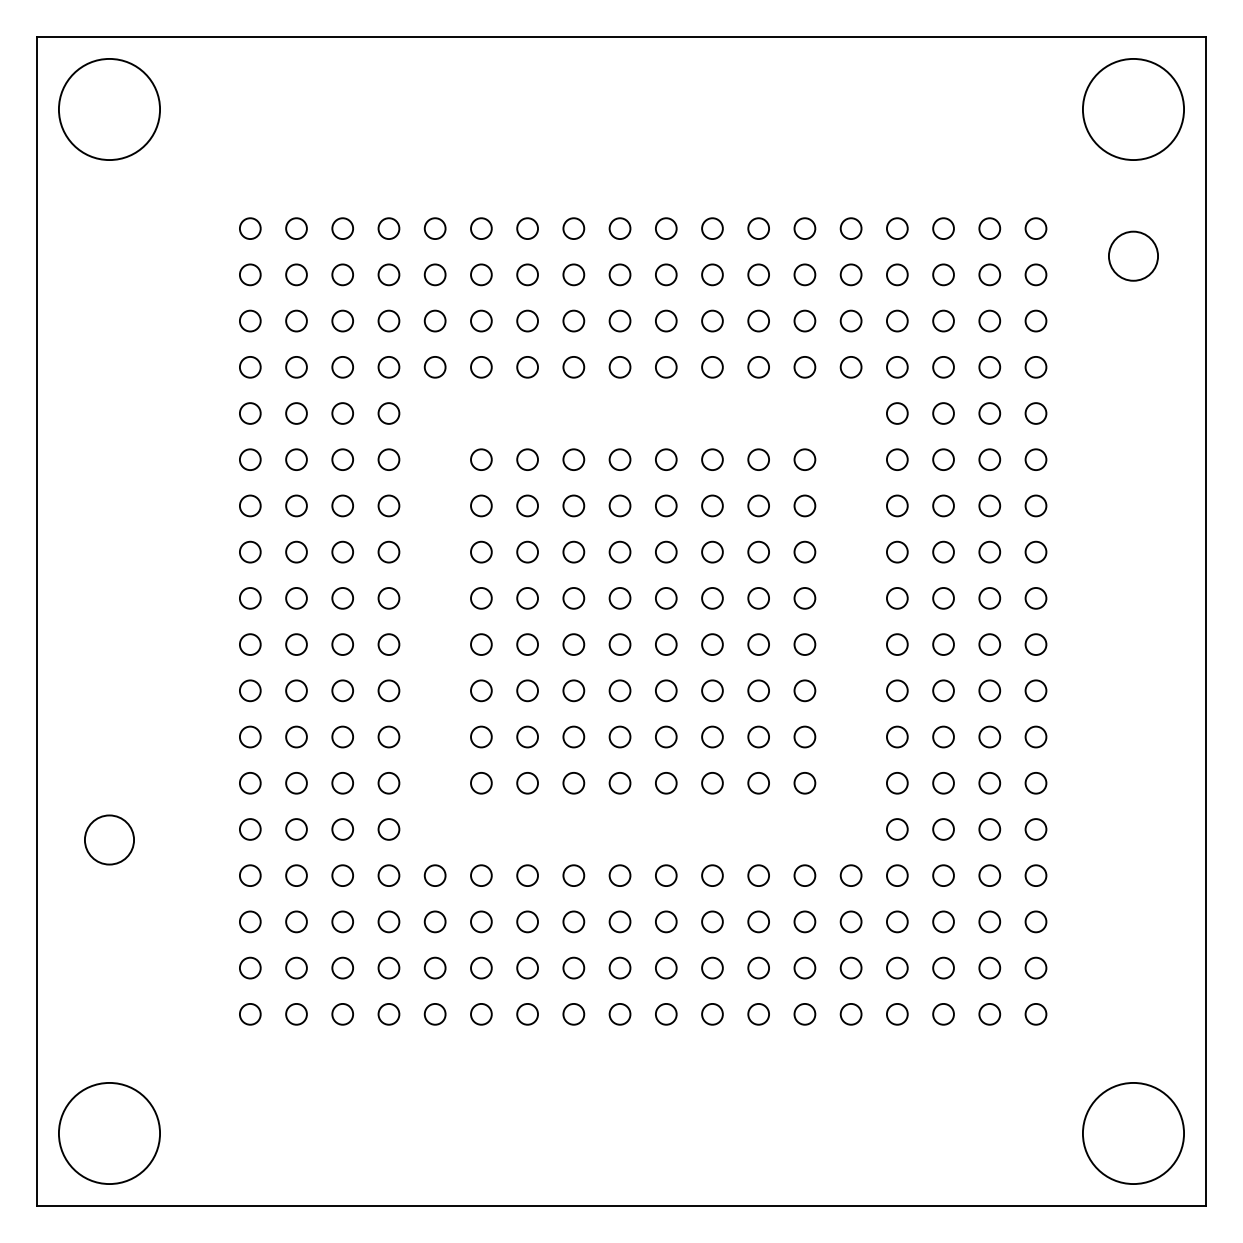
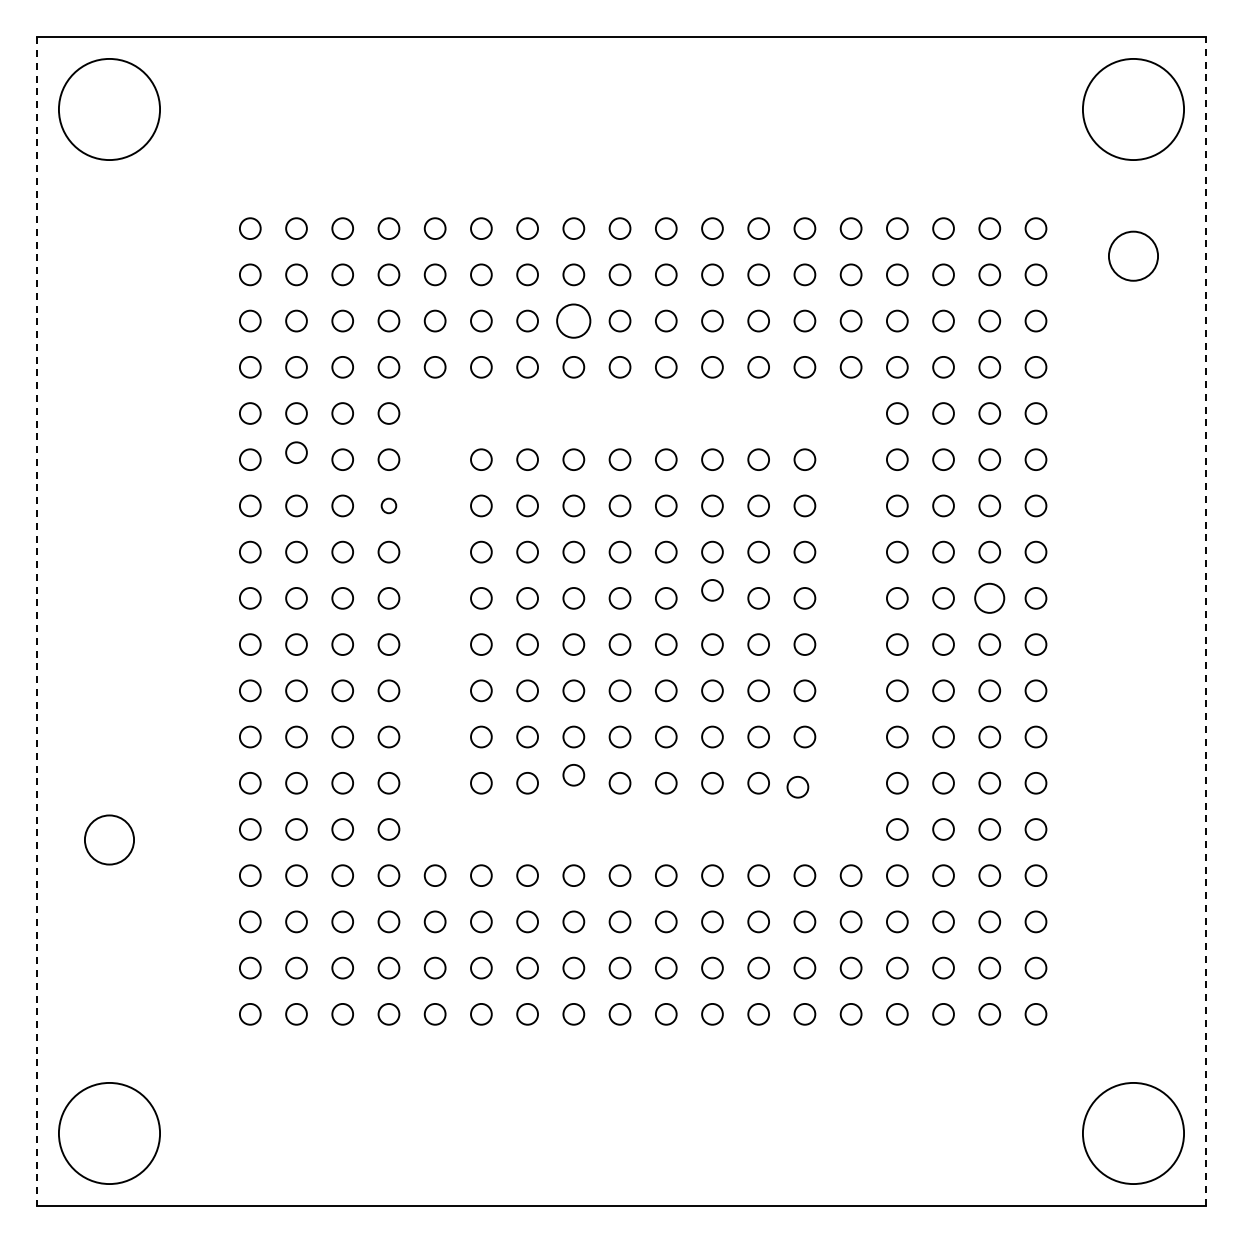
circle at (573, 320) size: 24x24 px -> 36x36 px
circle at (296, 459) position: (296, 459) -> (296, 452)
circle at (388, 505) size: 24x24 px -> 18x18 px
circle at (712, 598) position: (712, 598) -> (712, 590)
circle at (989, 598) size: 24x23 px -> 32x32 px
line at (37, 621): solid -> dashed
line at (1205, 621): solid -> dashed
circle at (573, 783) position: (573, 783) -> (573, 775)
circle at (804, 783) position: (804, 783) -> (797, 787)
